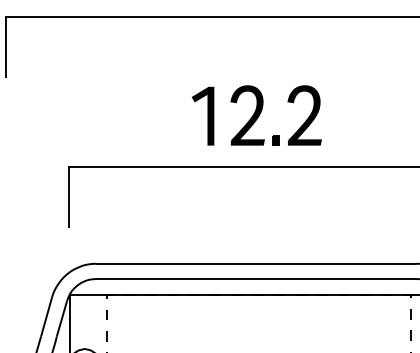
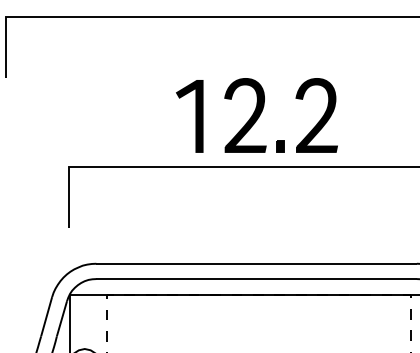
part at (256, 115) size: 131x61 px -> 162x75 px
